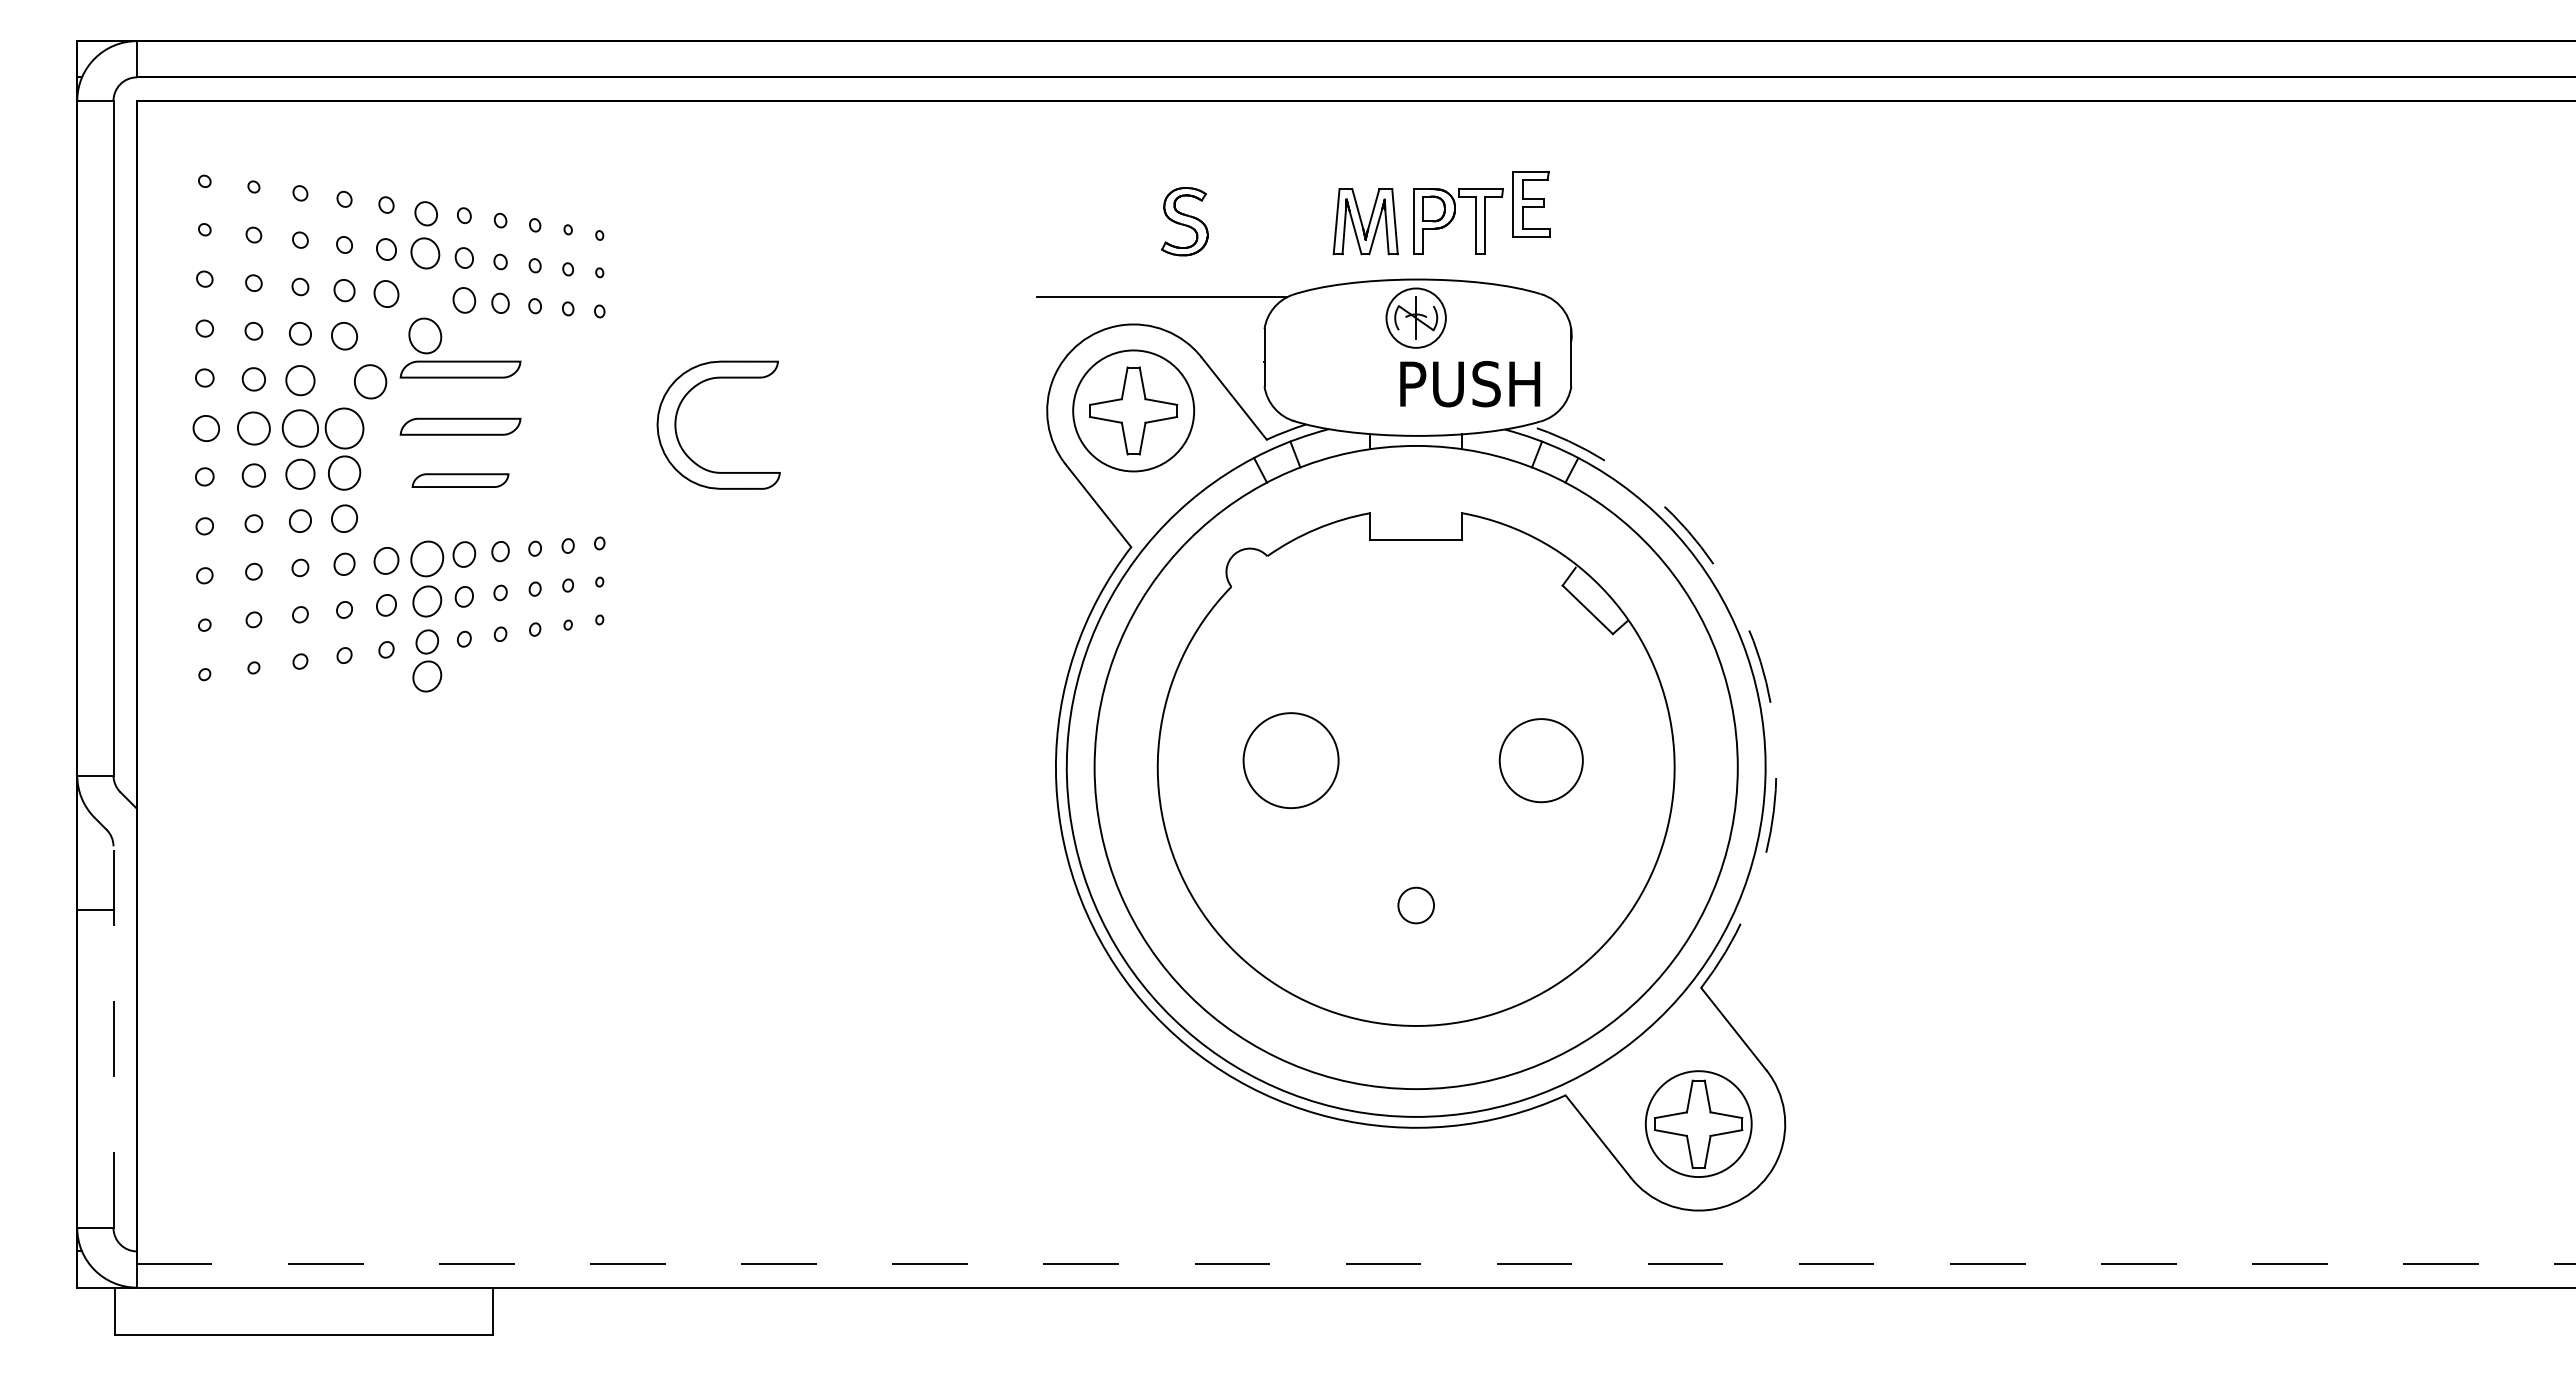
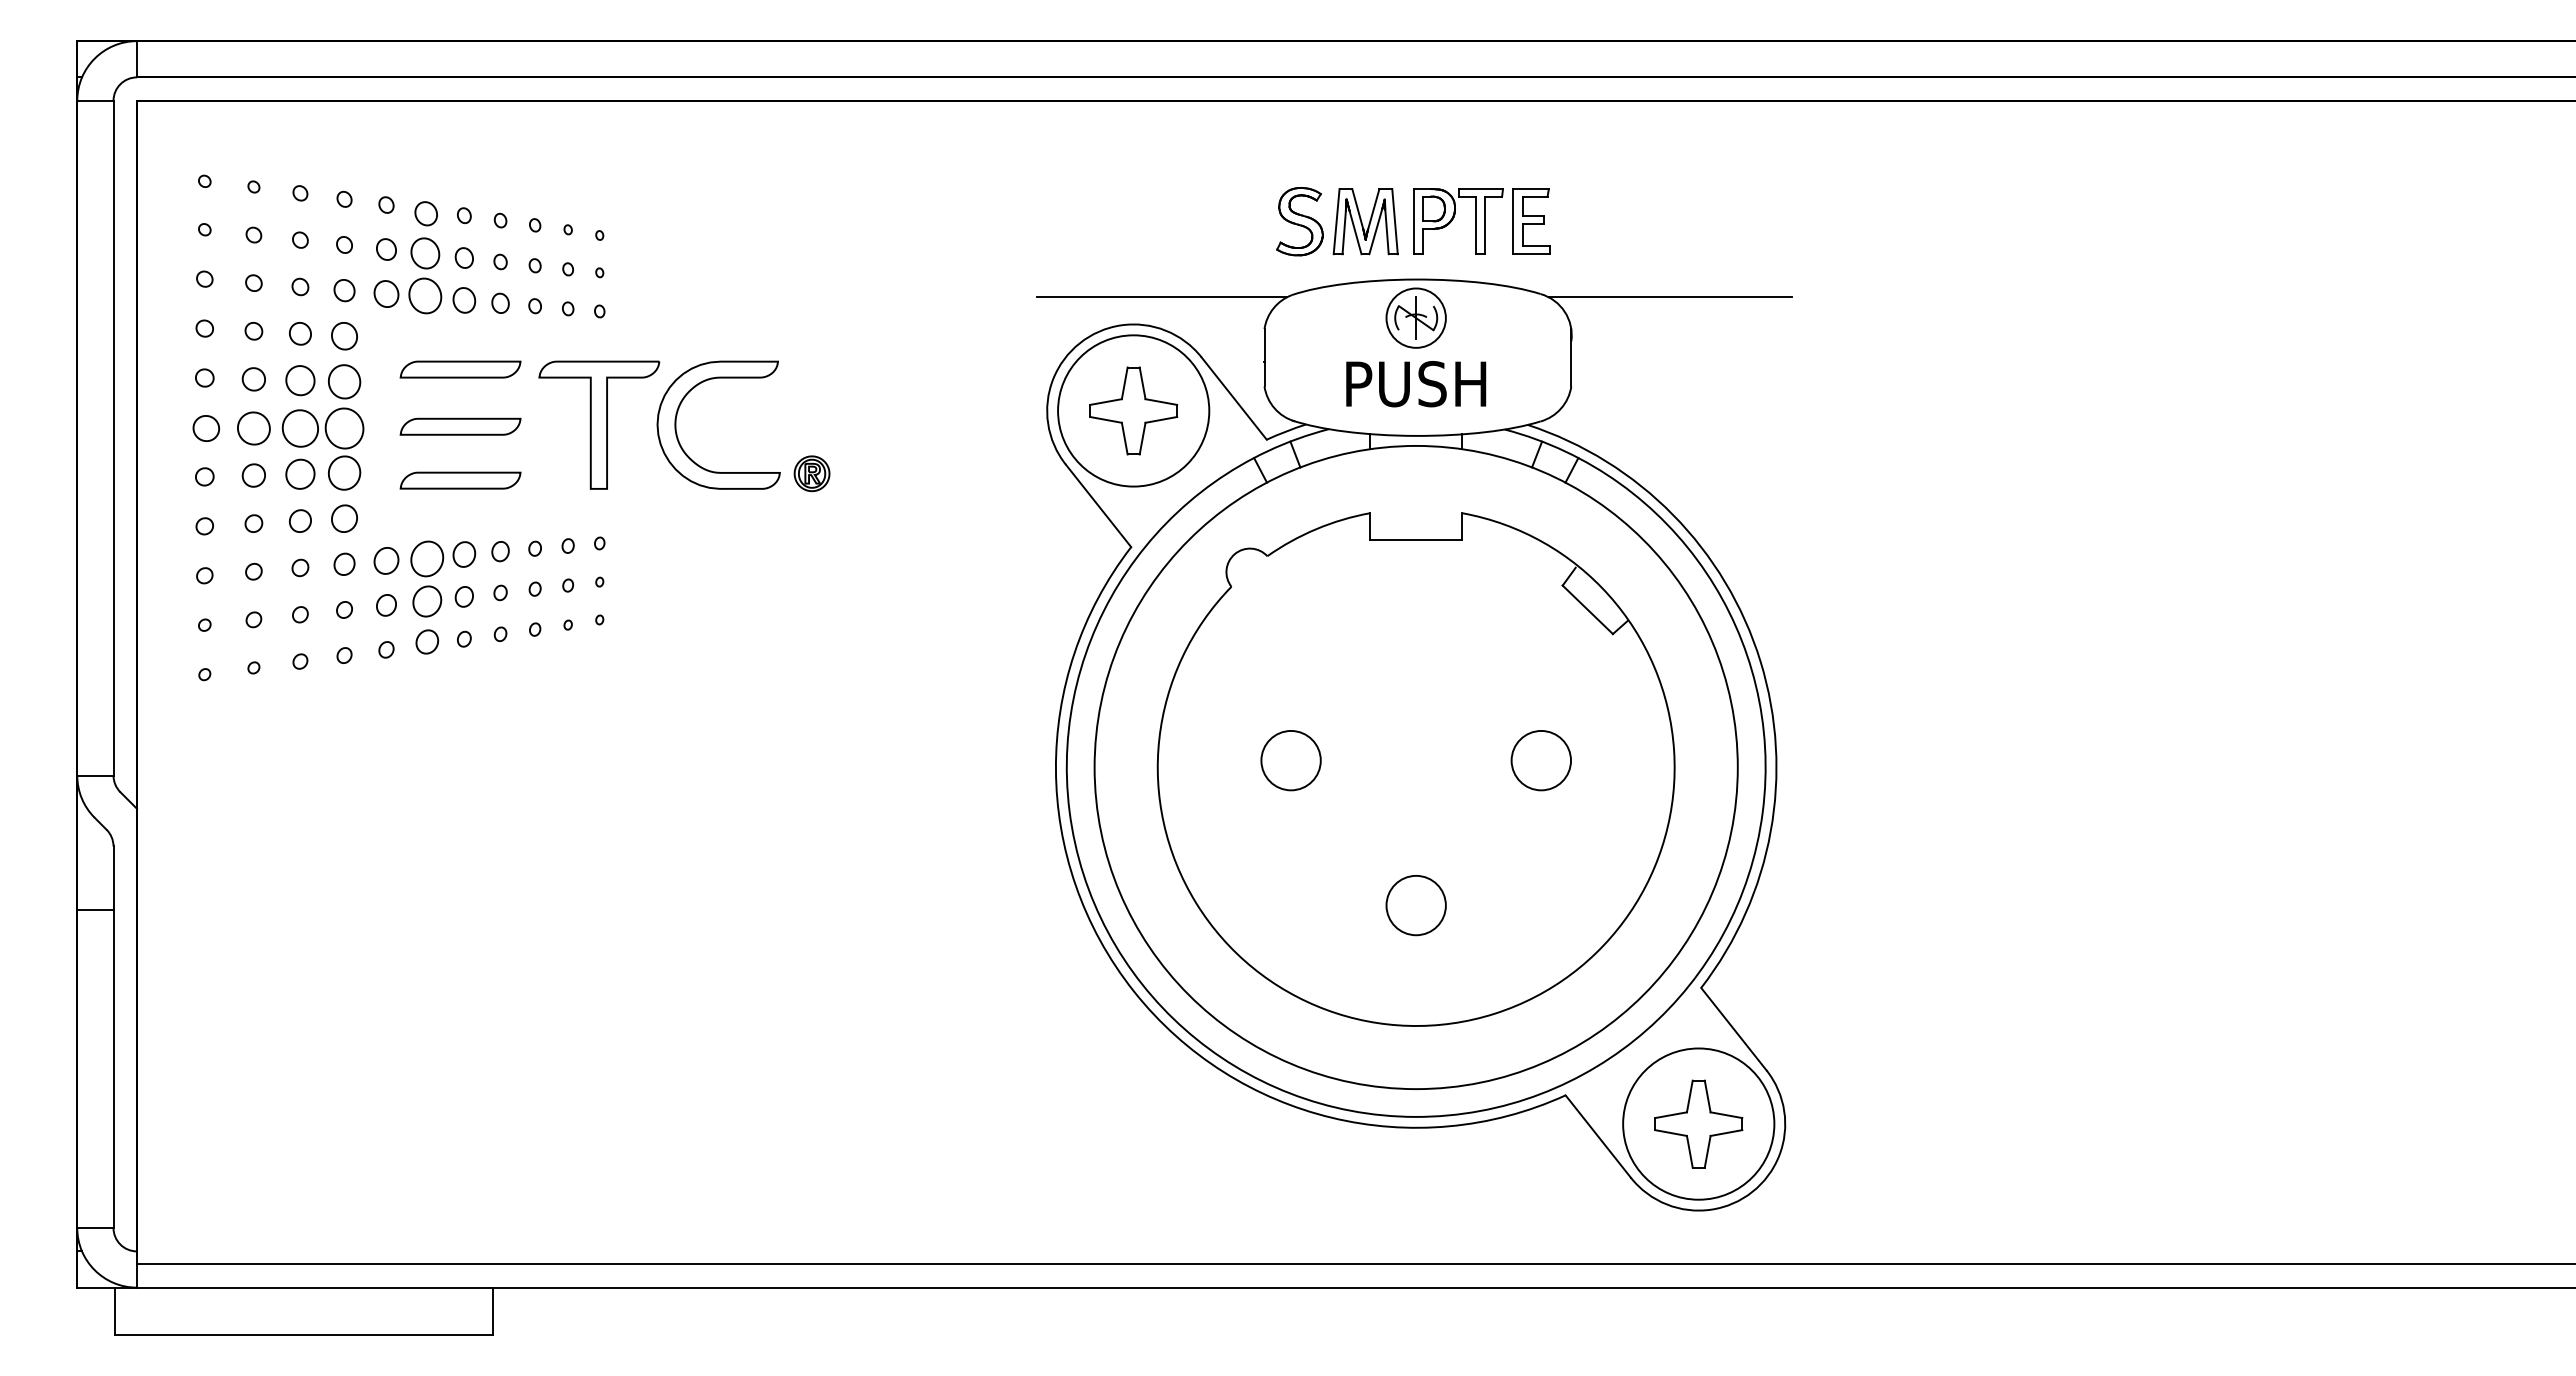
part at (1531, 204) position: (1531, 204) -> (1531, 221)
part at (1184, 221) position: (1184, 221) -> (1299, 221)
line at (1670, 297): none -> present
part at (425, 335) position: (425, 335) -> (425, 295)
part at (370, 381) position: (370, 381) -> (344, 381)
text at (1470, 384) position: (1470, 384) -> (1416, 384)
circle at (1133, 410) diameter: 121 px -> 151 px
part at (599, 424): none -> present
part at (811, 473): none -> present
part at (460, 480) size: 99x15 px -> 123x19 px
arc at (1760, 661): dashed -> solid
part at (427, 676): present -> none
circle at (1290, 760) diameter: 95 px -> 59 px
circle at (1540, 760) diameter: 83 px -> 59 px
circle at (1416, 905) diameter: 36 px -> 59 px
line at (113, 1037): dashed -> solid
circle at (1698, 1124) diameter: 106 px -> 151 px
line at (1356, 1264): dashed -> solid
